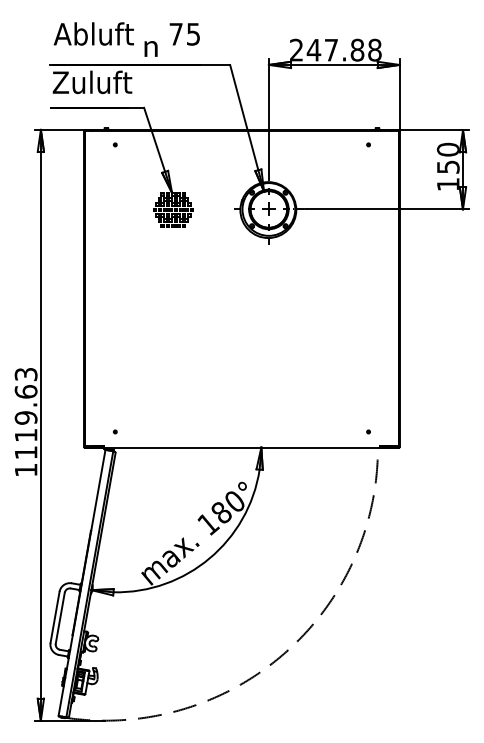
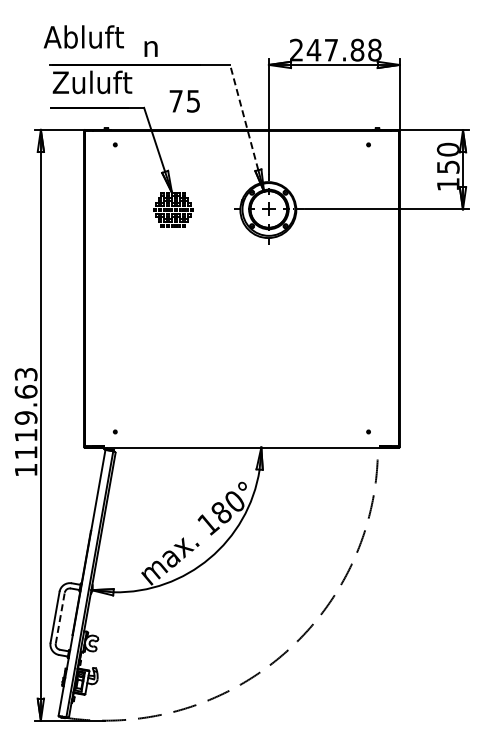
text at (93, 33) position: (93, 33) -> (83, 36)
text at (184, 34) position: (184, 34) -> (184, 101)
line at (244, 117): solid -> dashed
line at (60, 618): solid -> dashed
